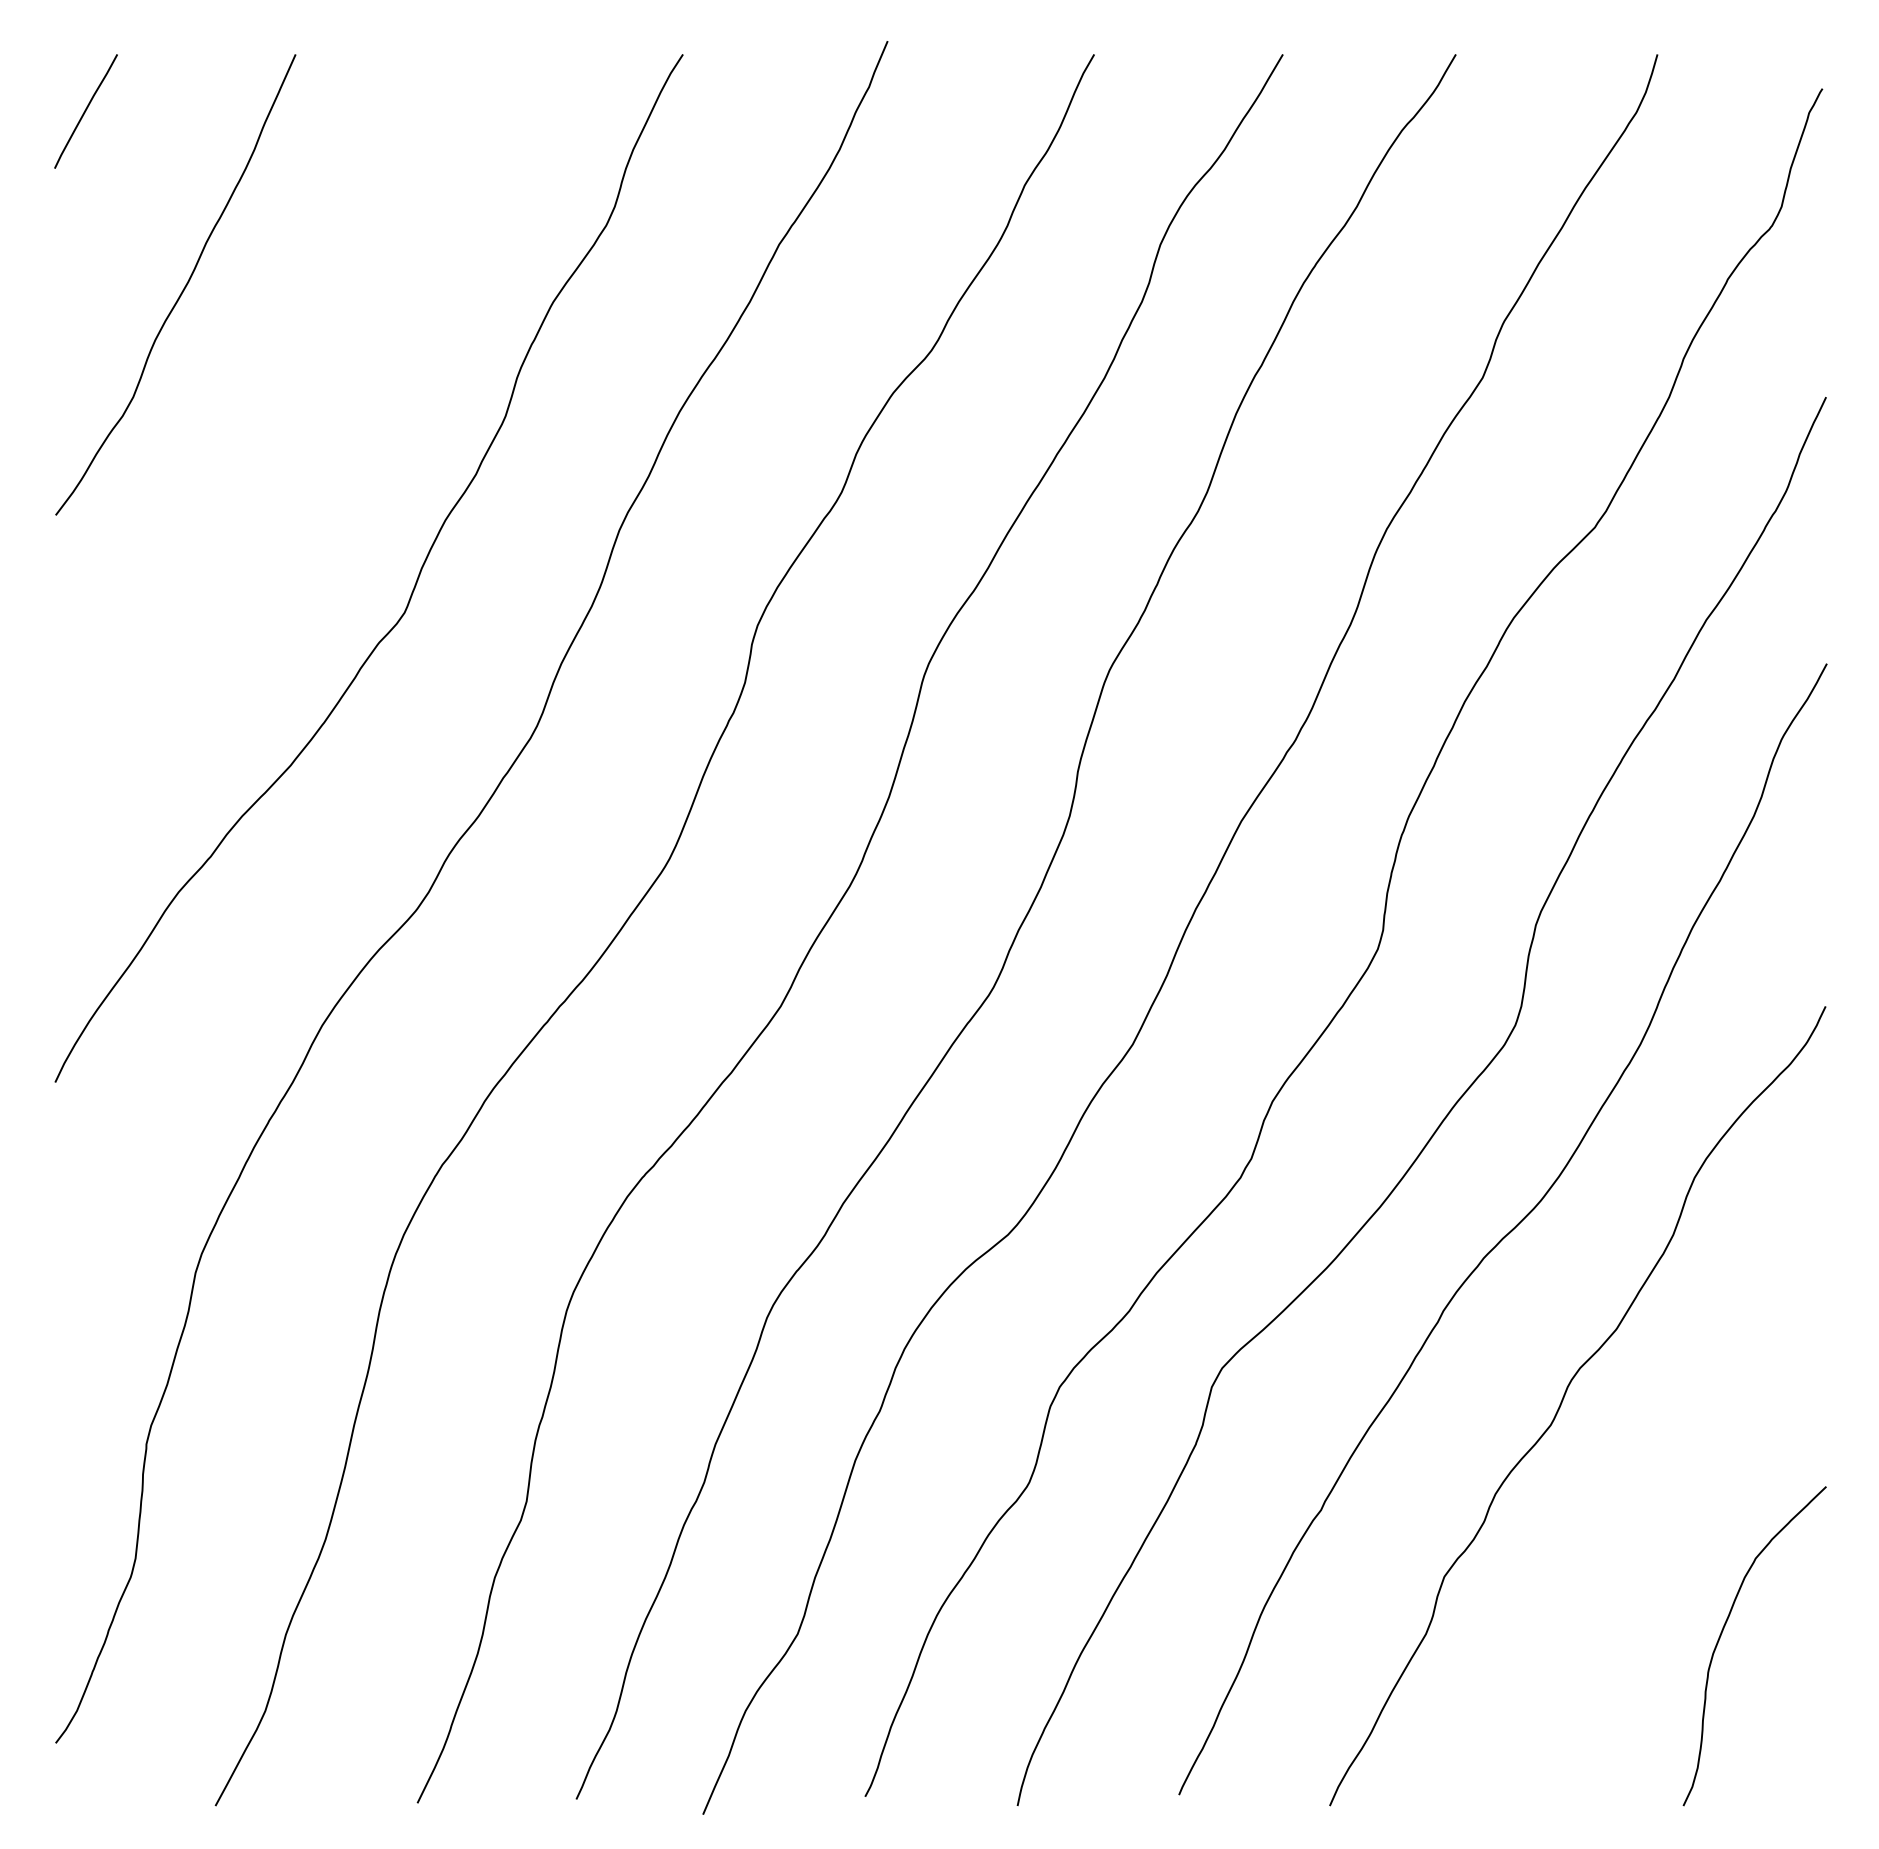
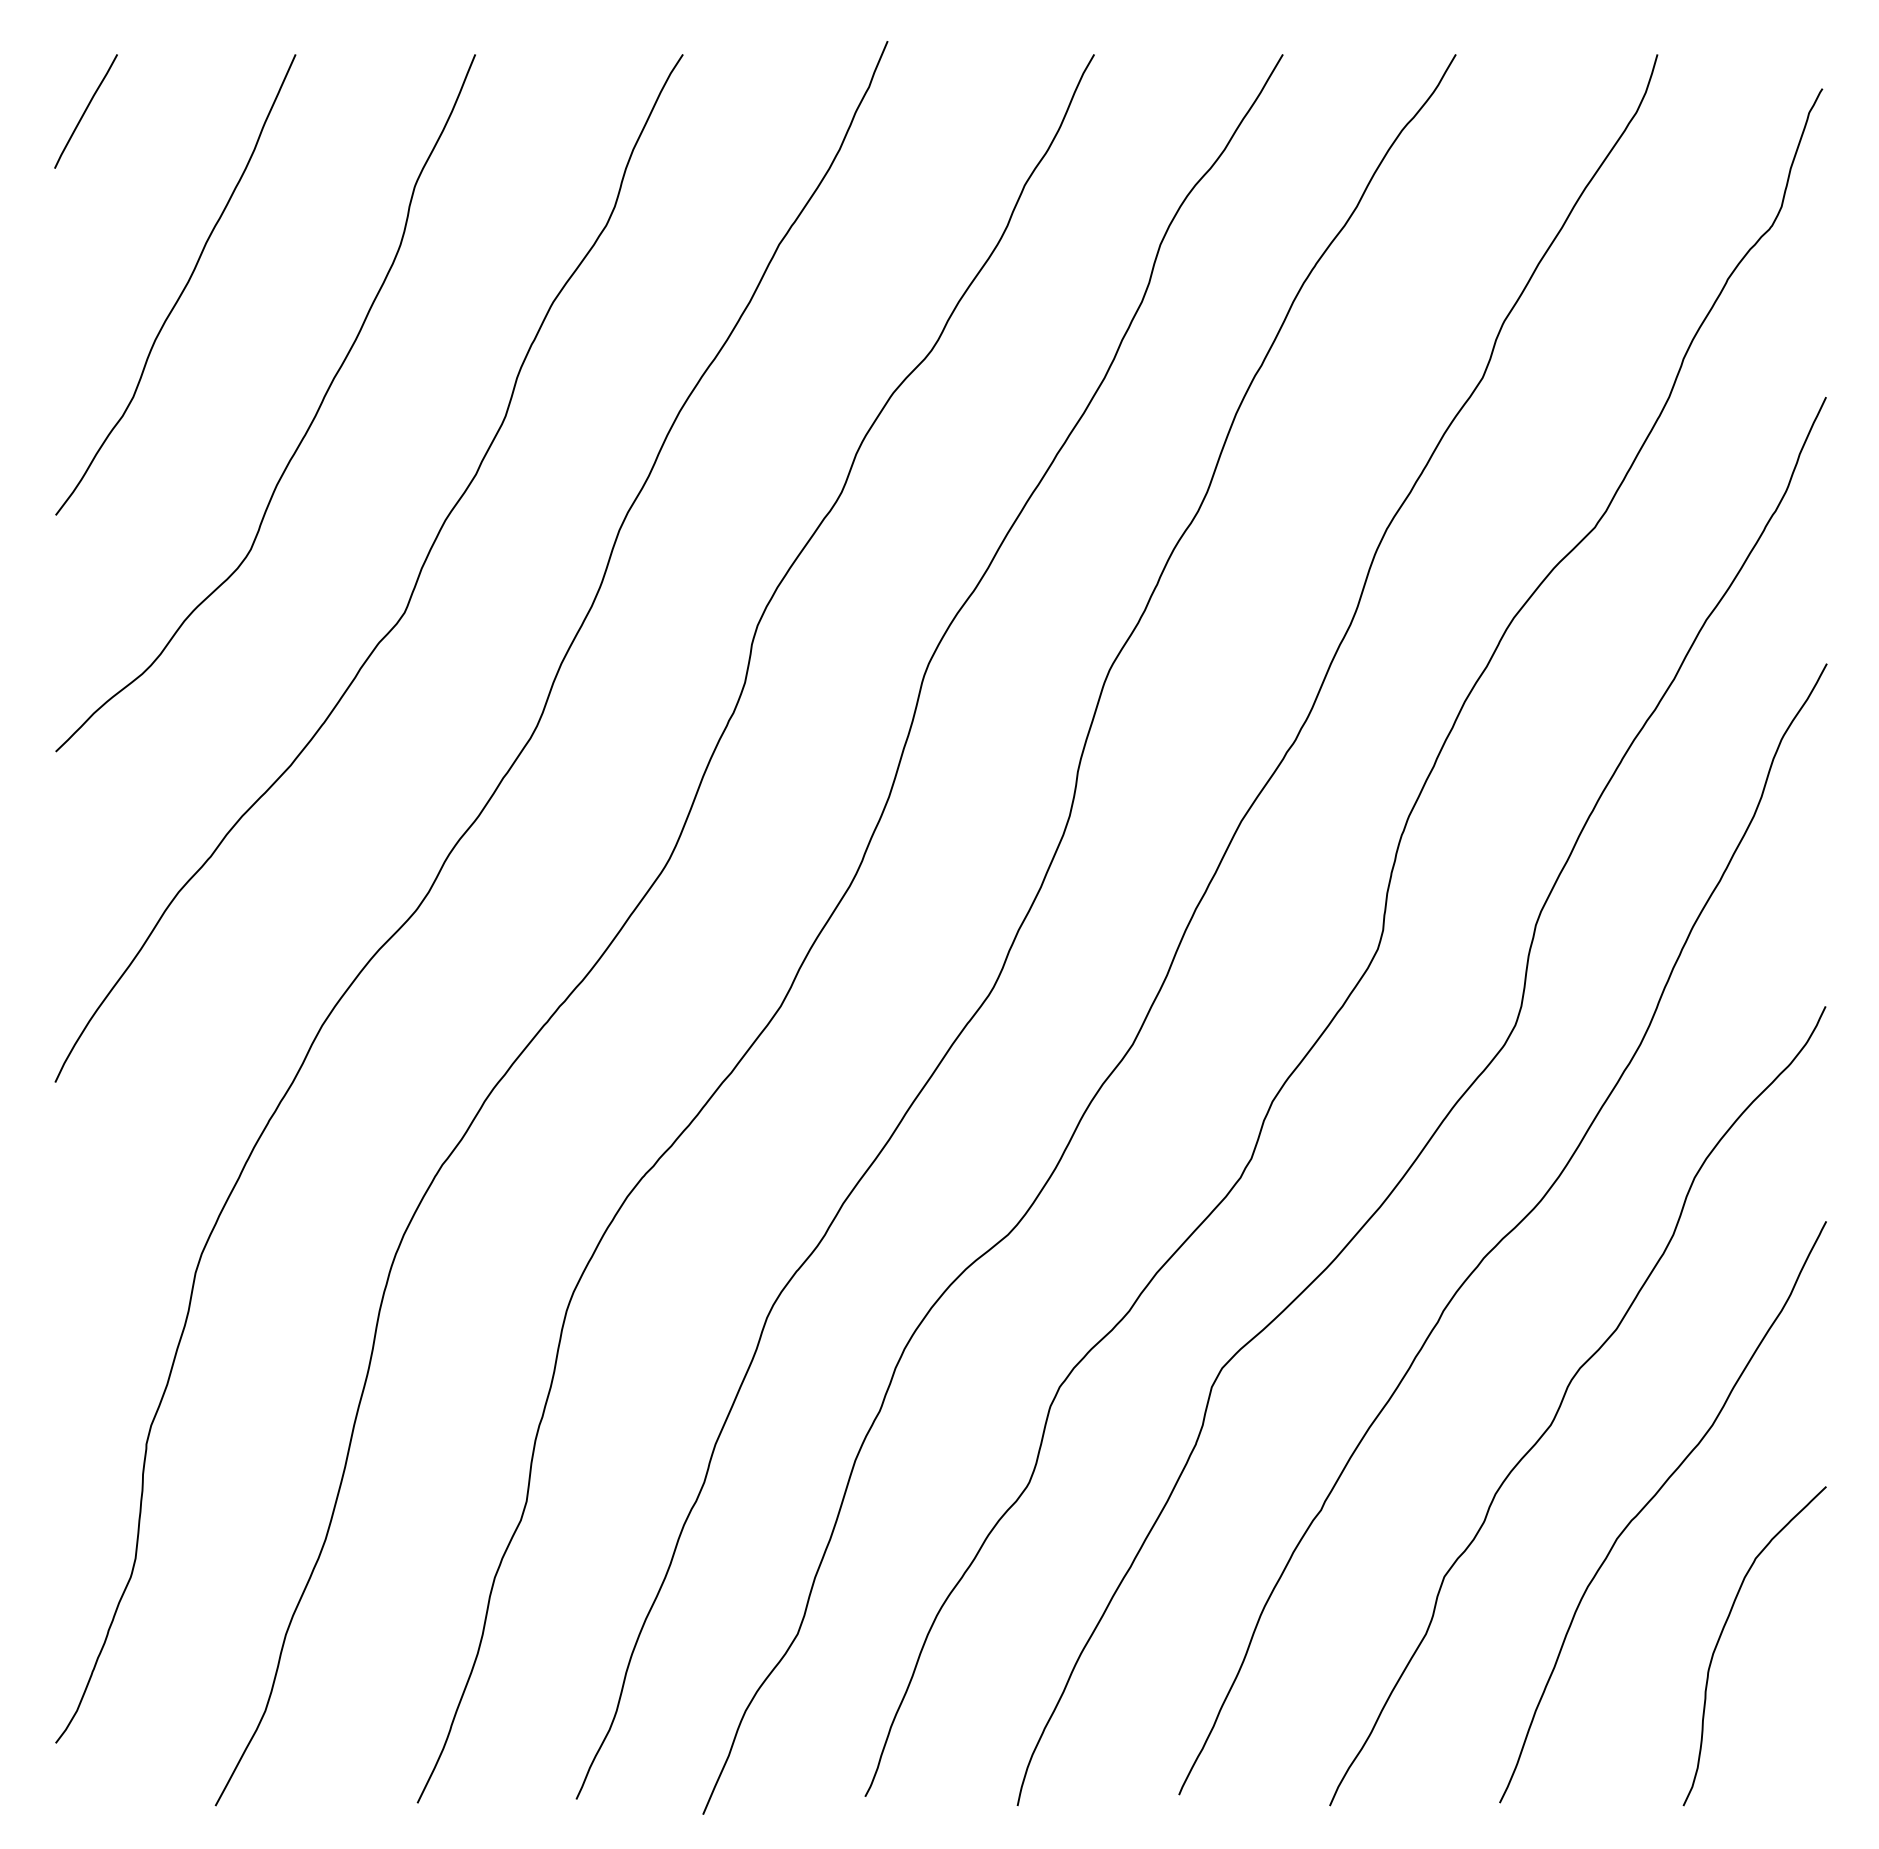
curve at (309, 424): none -> present
curve at (1651, 1500): none -> present
